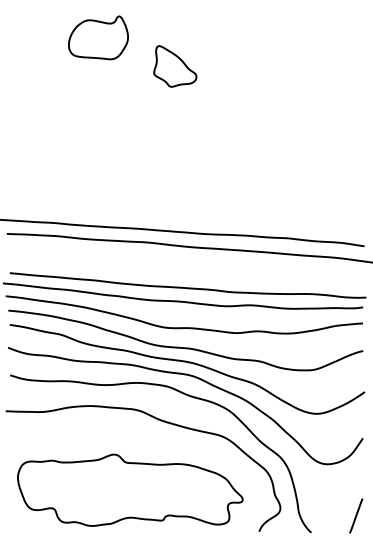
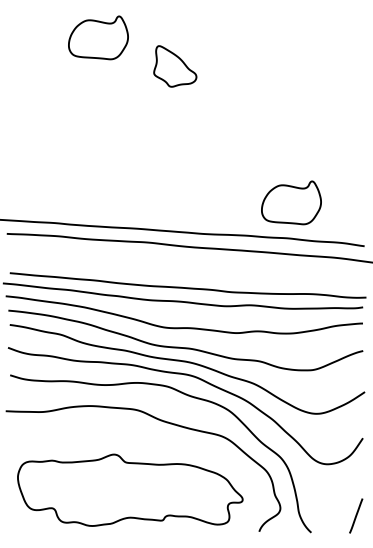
part at (291, 202): none -> present
